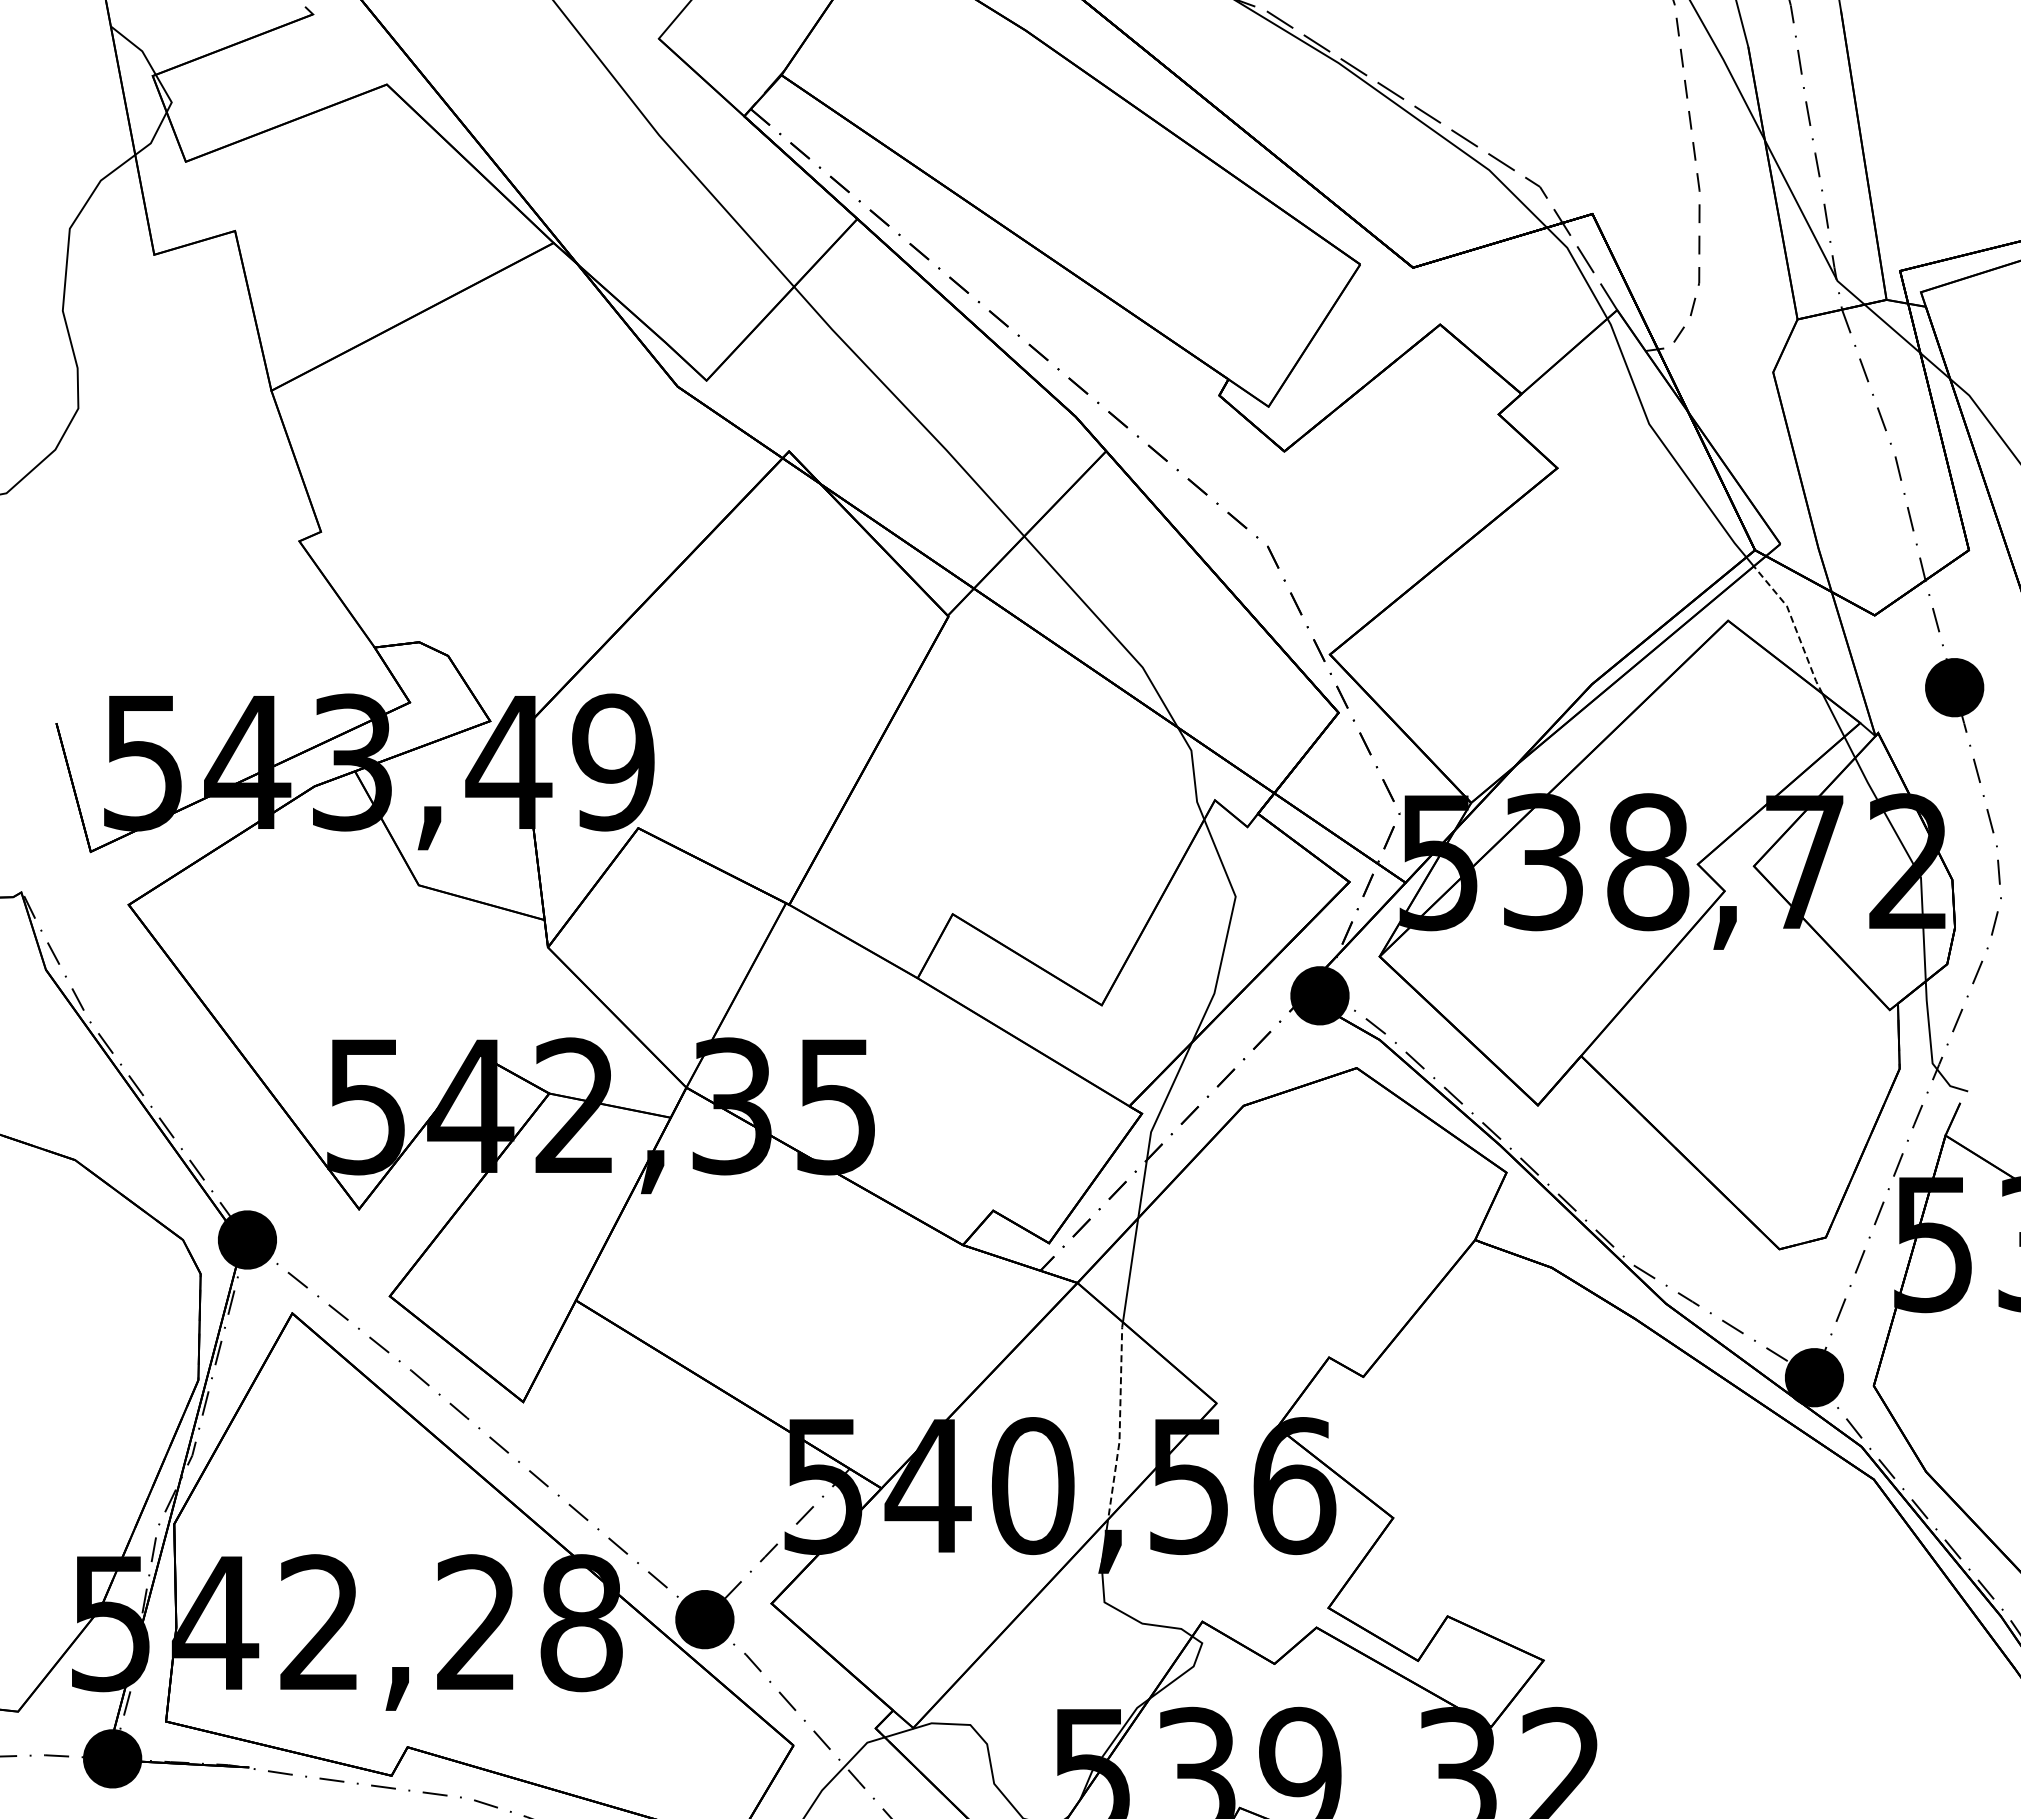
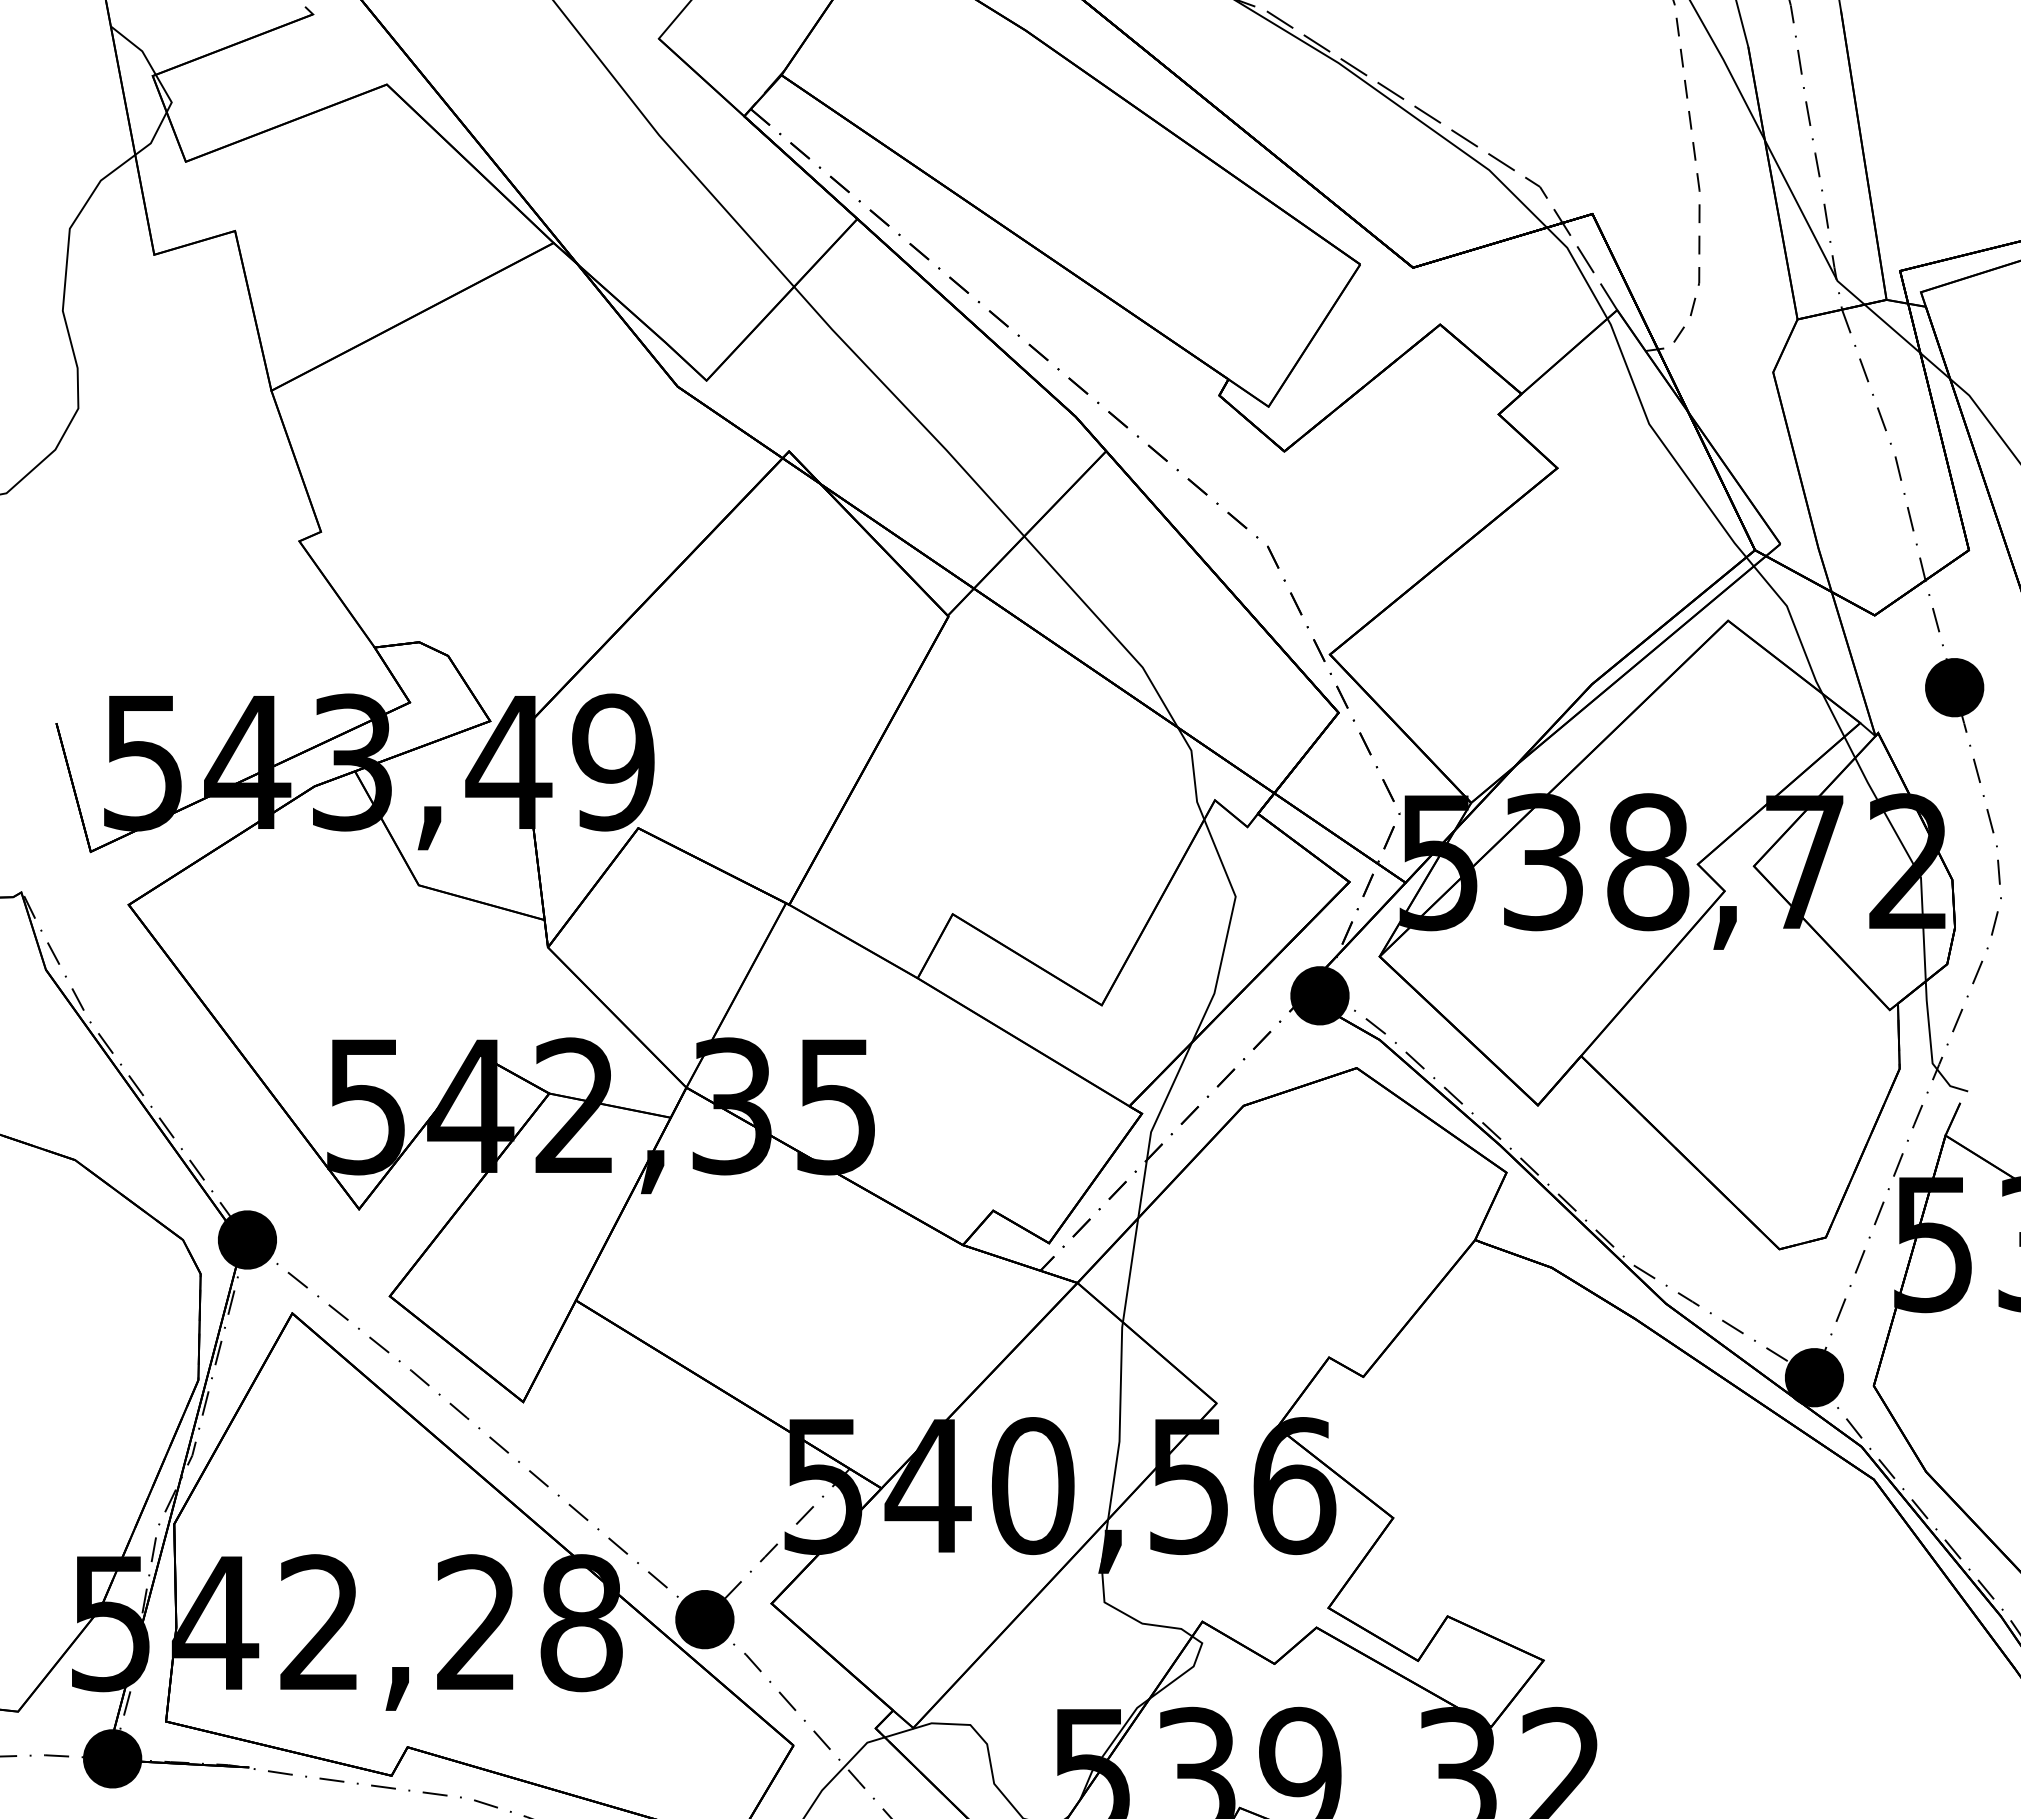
line at (1794, 625): dashed -> solid
line at (1120, 1420): dashed -> solid
